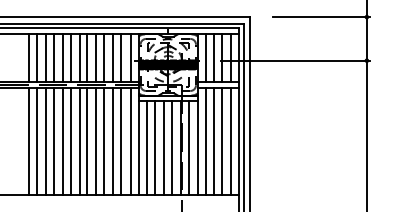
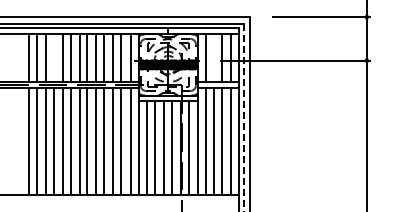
line at (53, 57): present -> none
line at (214, 57): present -> none
line at (243, 117): solid -> dashed
